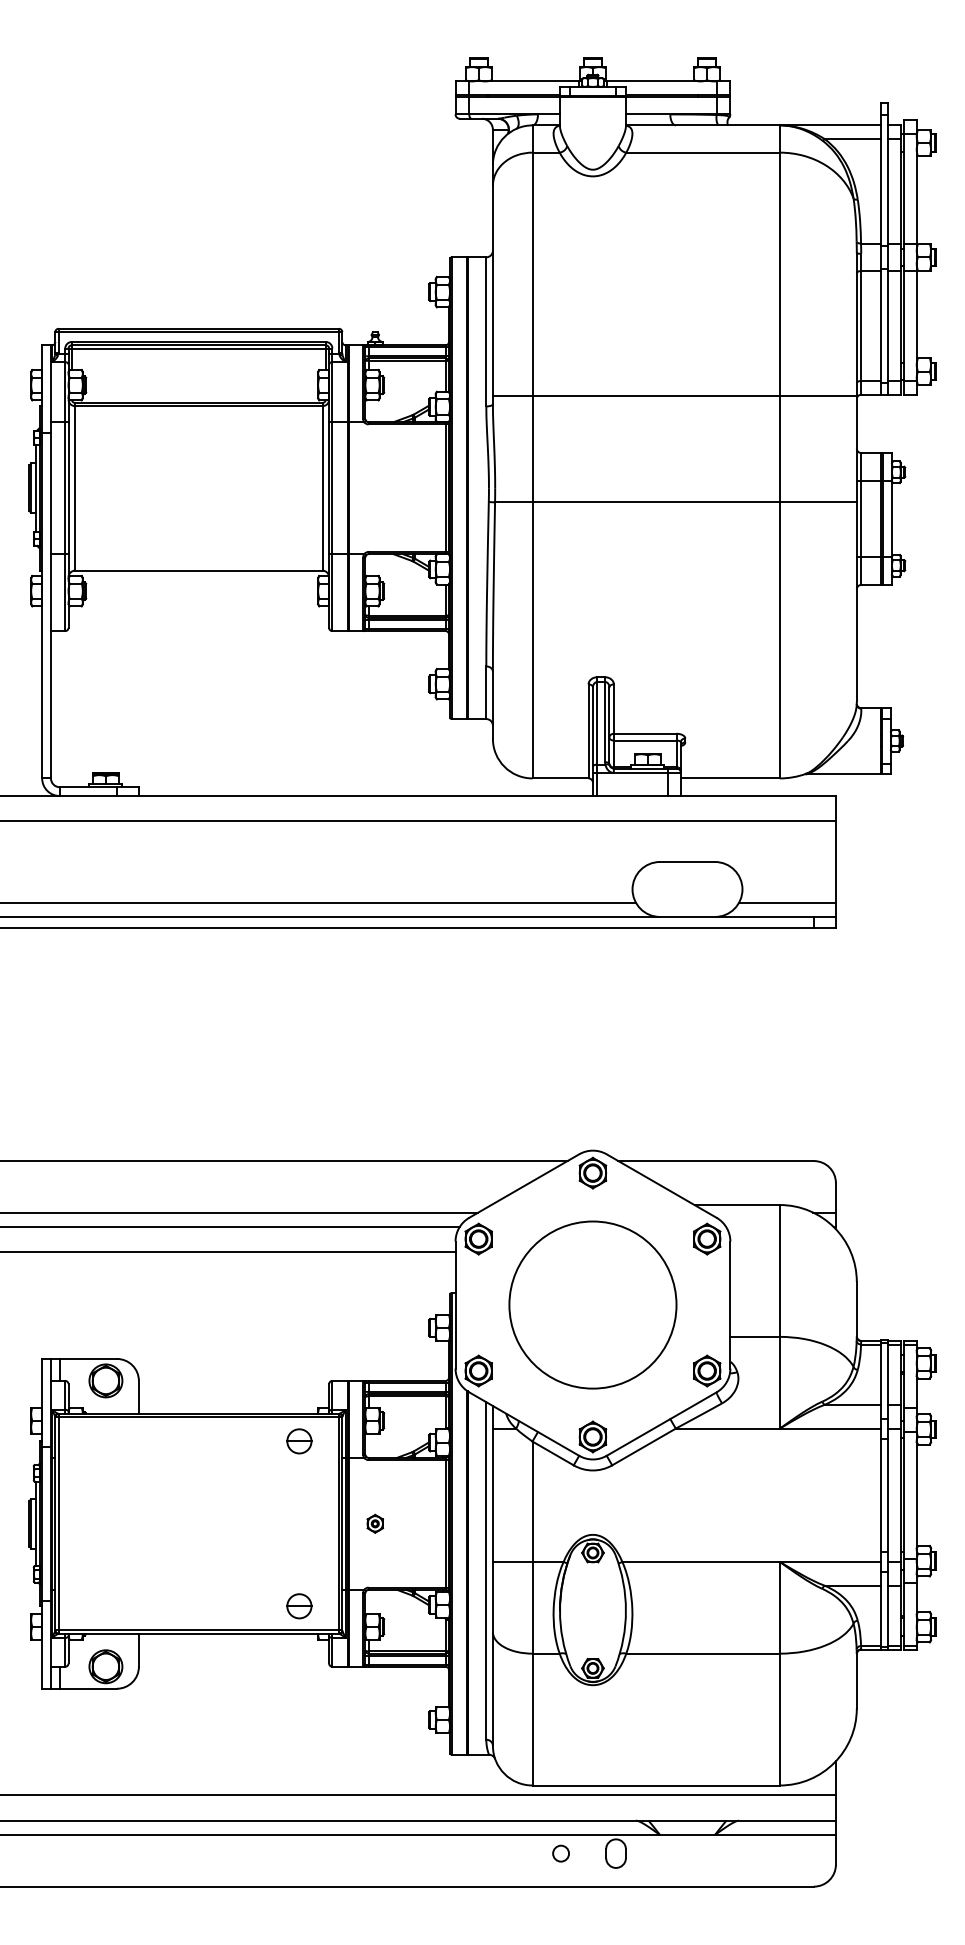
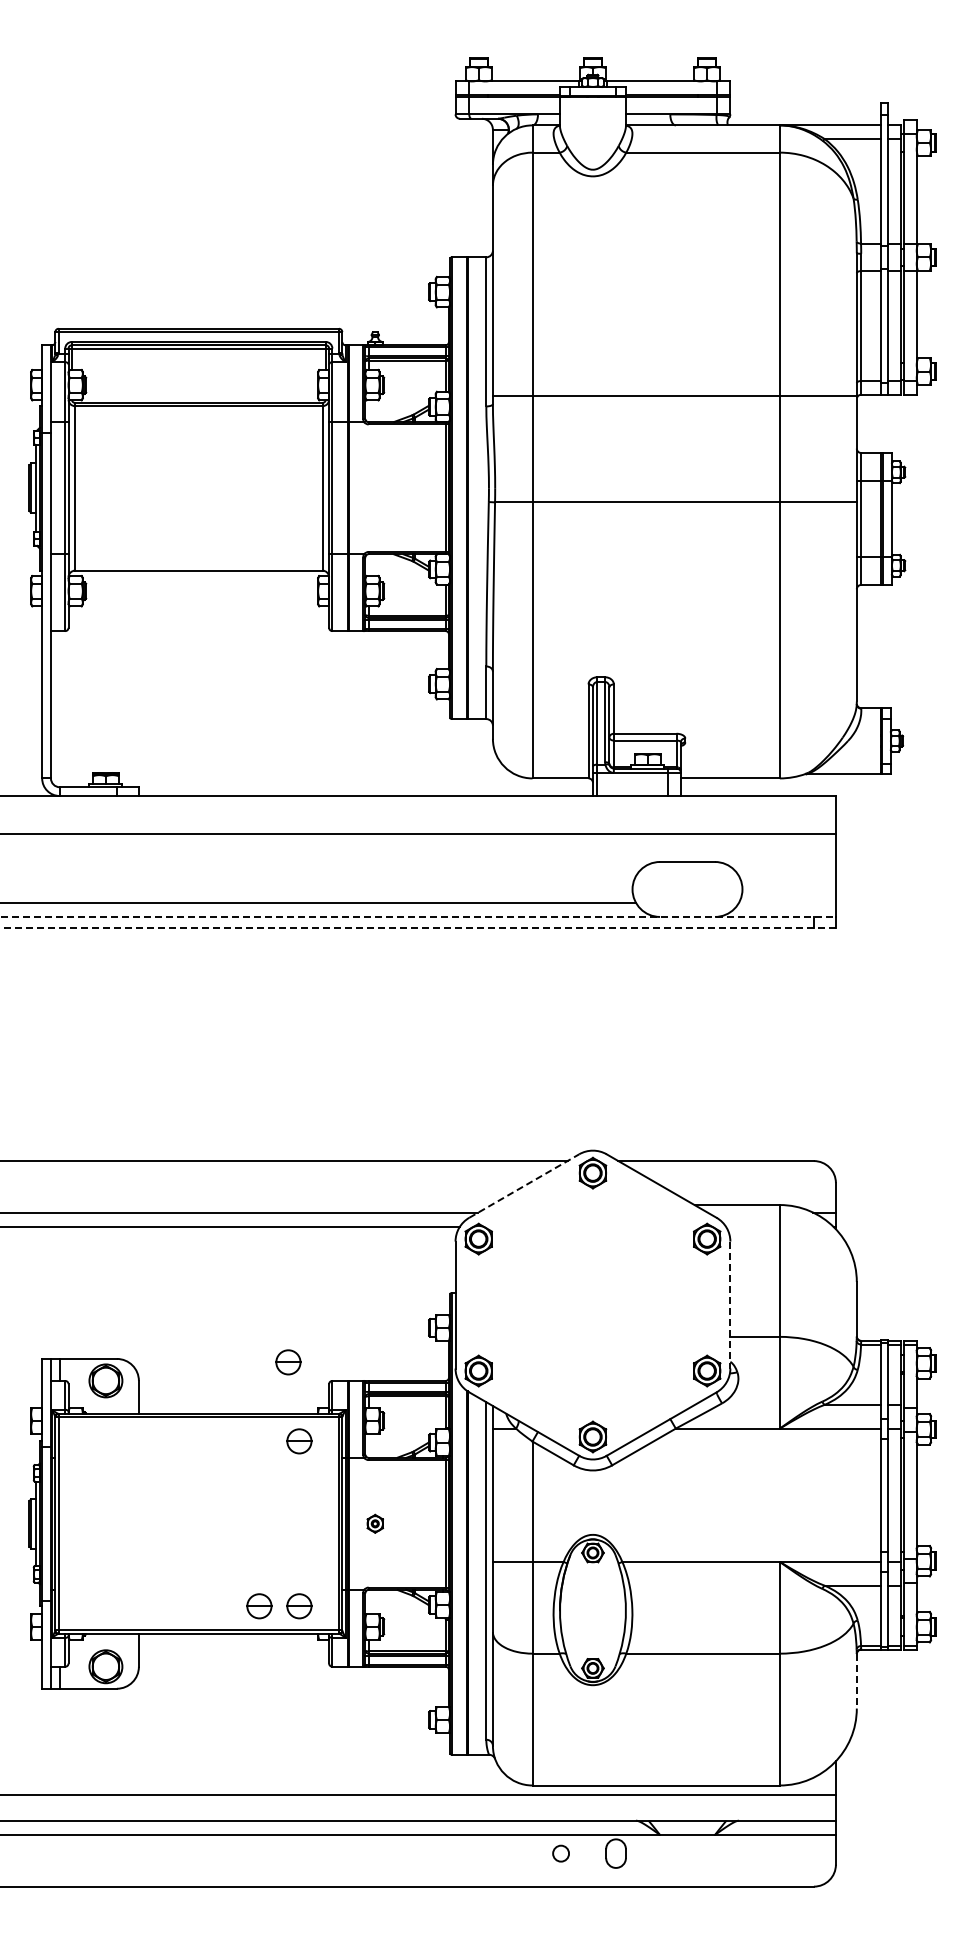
line at (418, 821) position: (418, 821) -> (418, 834)
line at (787, 902): present -> none
line at (418, 916): solid -> dashed
line at (418, 927): solid -> dashed
line at (524, 1185): solid -> dashed
line at (228, 1252): present -> none
circle at (592, 1304): present -> none
line at (730, 1305): solid -> dashed
part at (288, 1362): none -> present
part at (259, 1606): none -> present
line at (856, 1681): solid -> dashed
